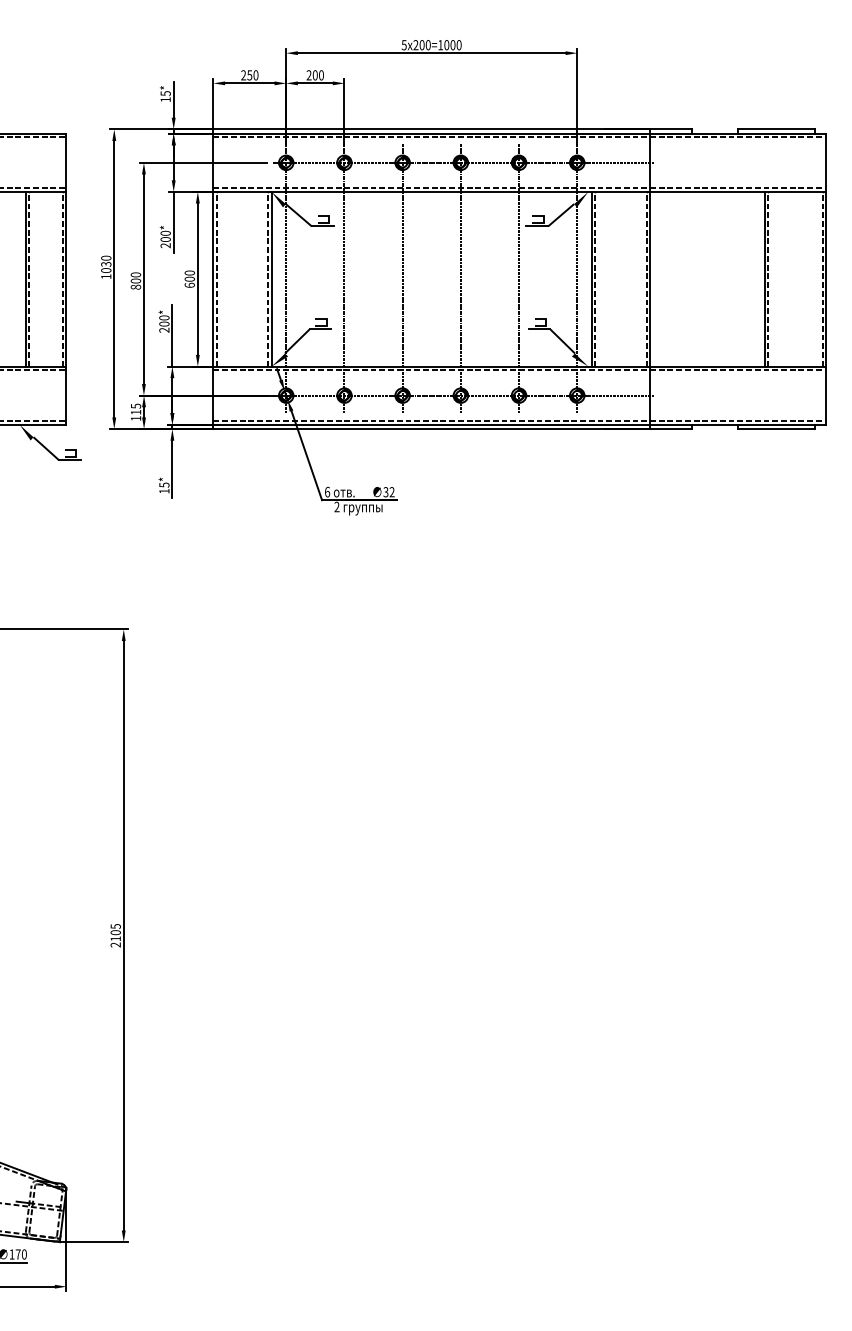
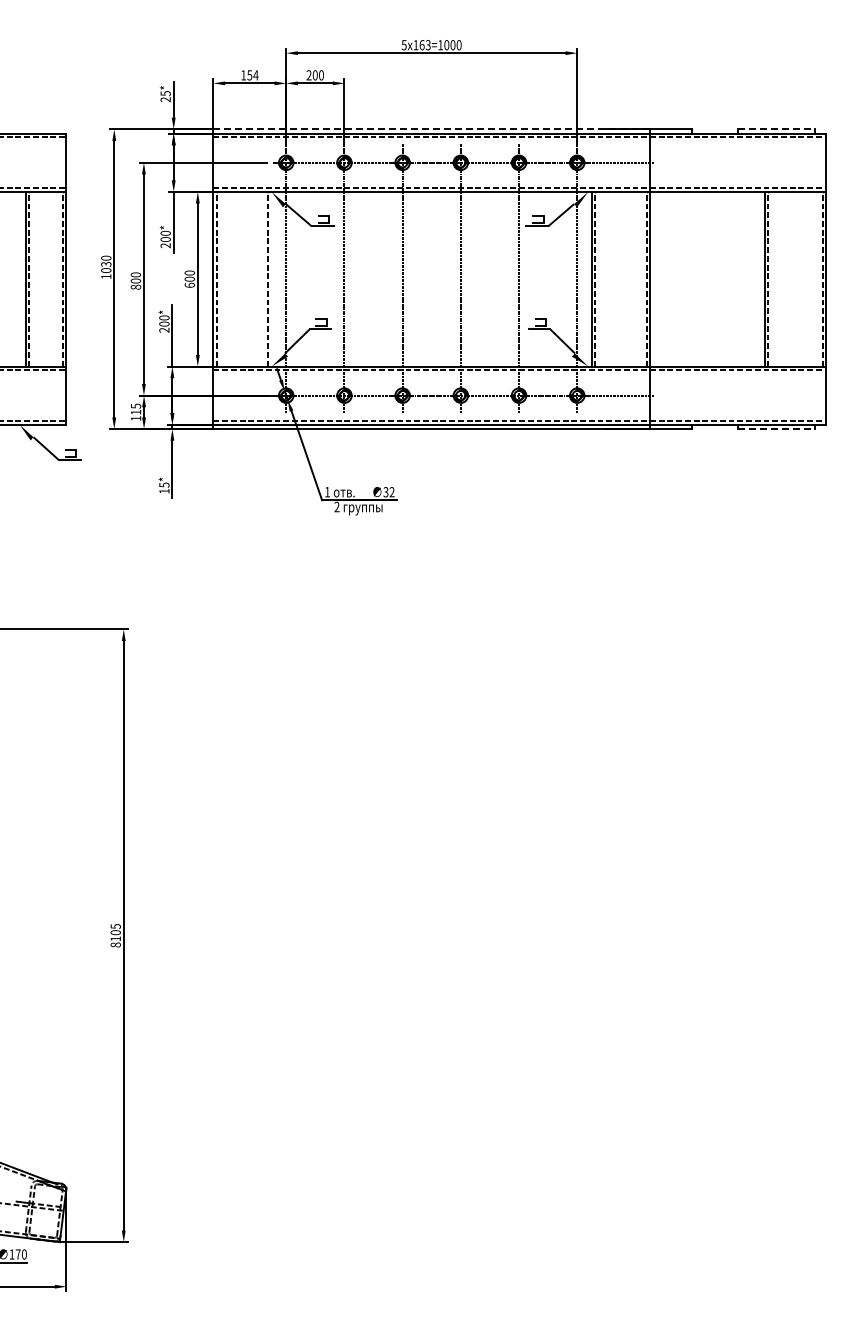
text at (421, 45): 5x200=1000 -> 5x163=1000
text at (249, 75): 250 -> 154
text at (165, 99): 15* -> 25*
line at (432, 129): solid -> dashed
line at (776, 129): solid -> dashed
line at (271, 278): present -> none
line at (776, 429): solid -> dashed
text at (327, 491): 6 -> 1
text at (115, 944): 2105 -> 8105
